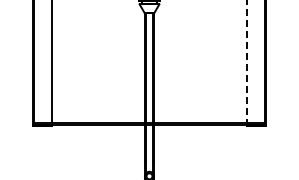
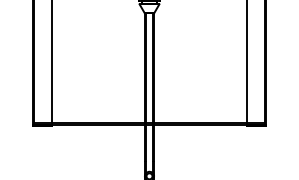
line at (246, 63): dashed -> solid
